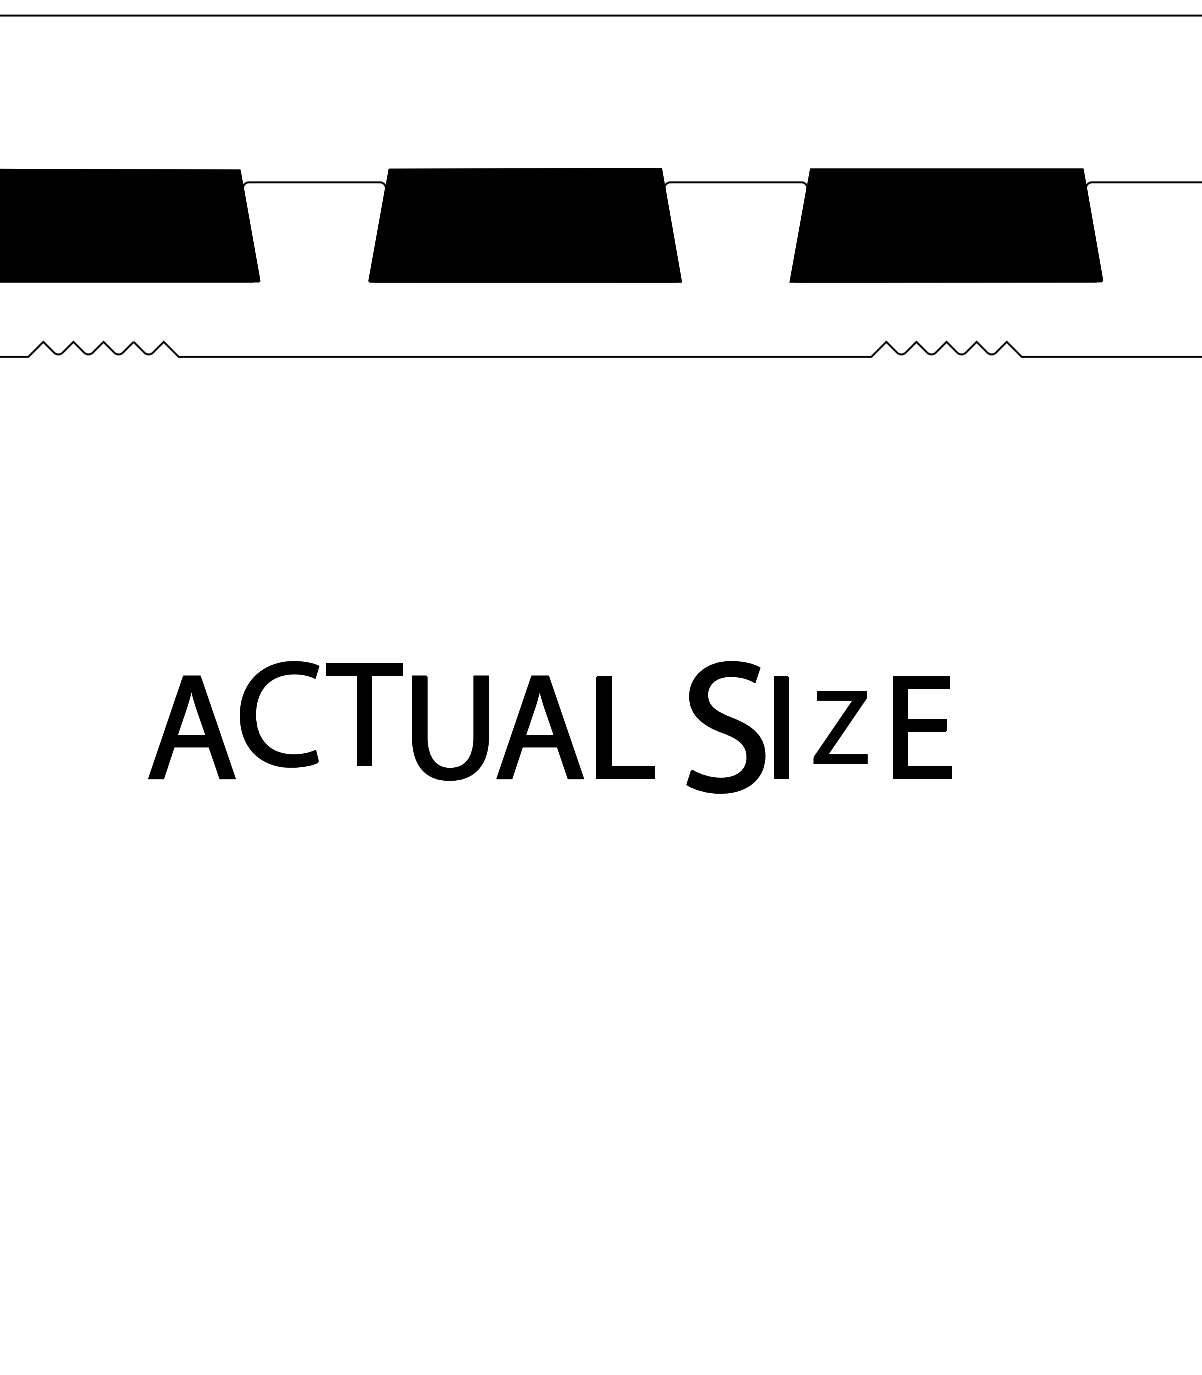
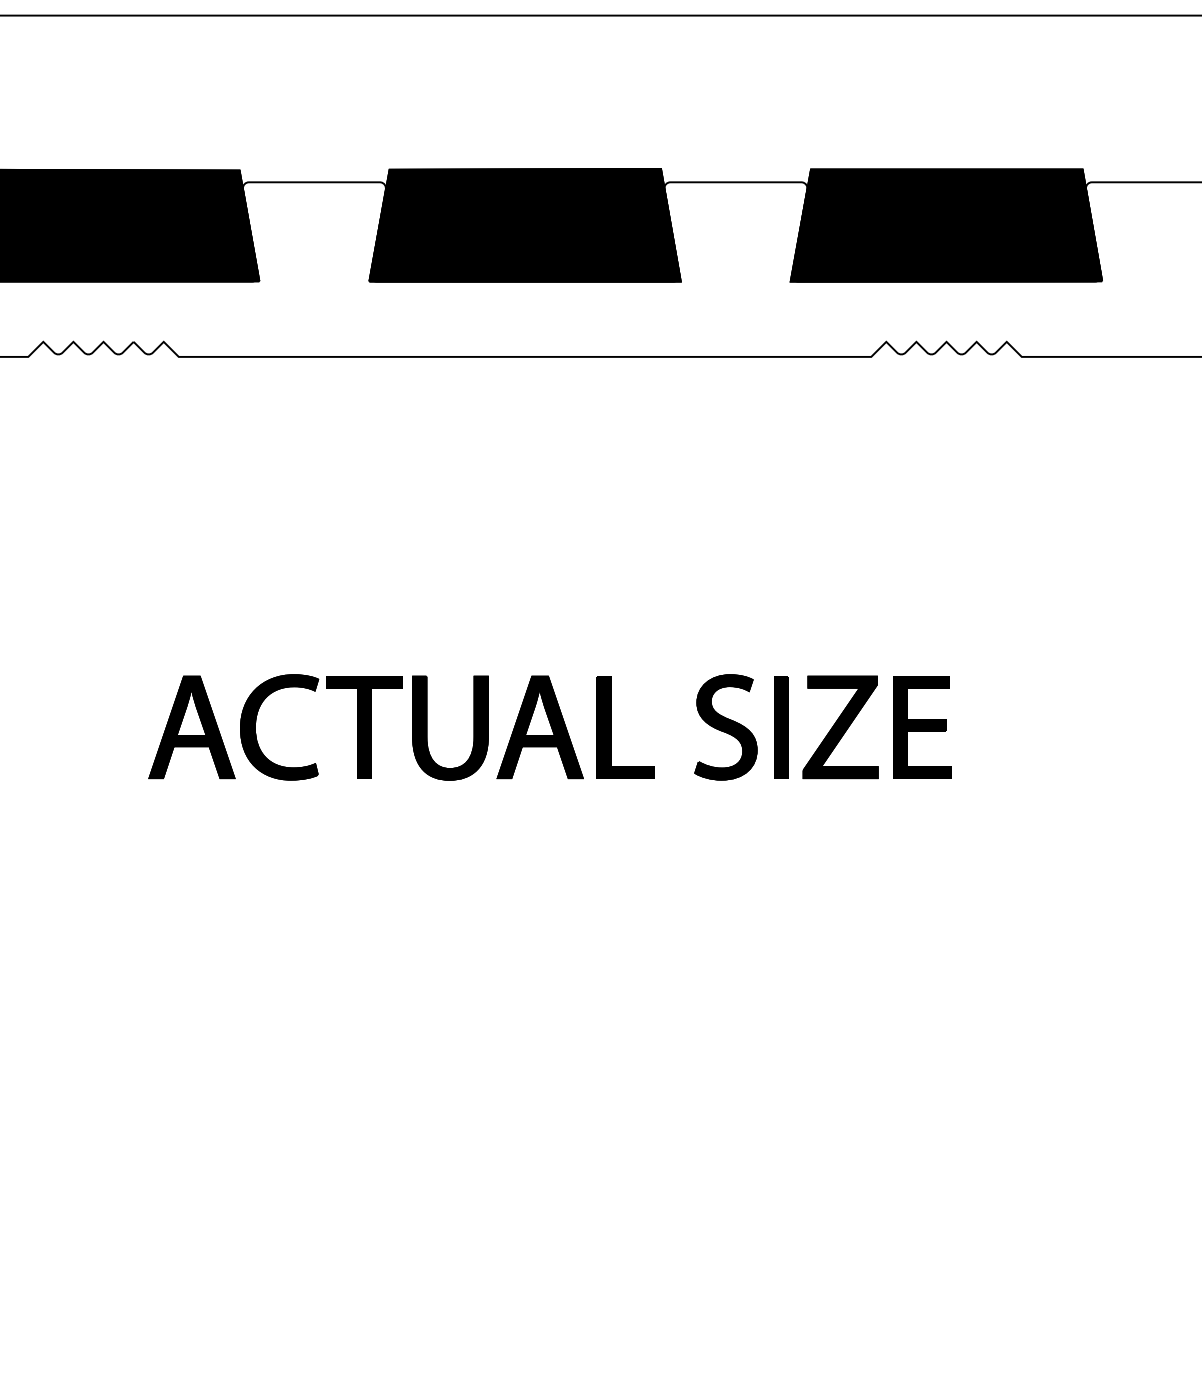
part at (357, 714) position: (357, 714) -> (357, 727)
part at (725, 727) size: 80x133 px -> 64x107 px
part at (840, 727) size: 55x73 px -> 77x105 px
